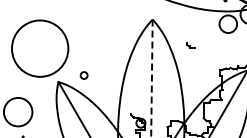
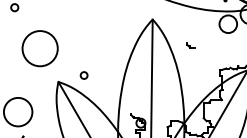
circle at (14, 7): none -> present
circle at (39, 48) diameter: 56 px -> 35 px
line at (151, 78): dashed -> solid
